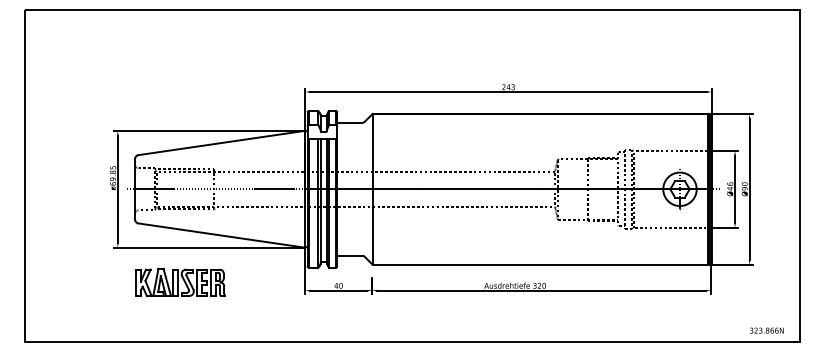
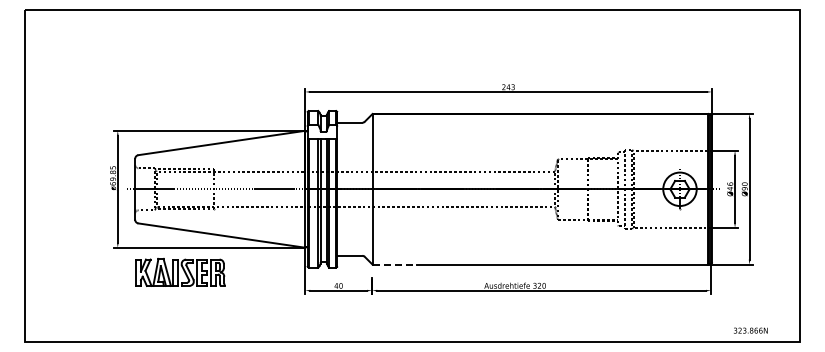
line at (395, 264): solid -> dashed
part at (180, 282) position: (180, 282) -> (180, 272)
text at (766, 330) position: (766, 330) -> (750, 330)
